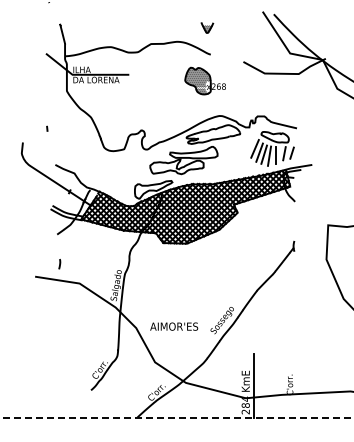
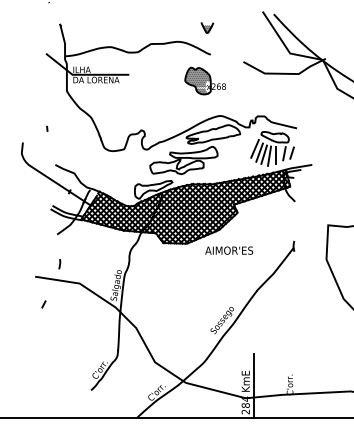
curve at (43, 304): none -> present
text at (174, 326) position: (174, 326) -> (229, 250)
line at (177, 417): dashed -> solid
